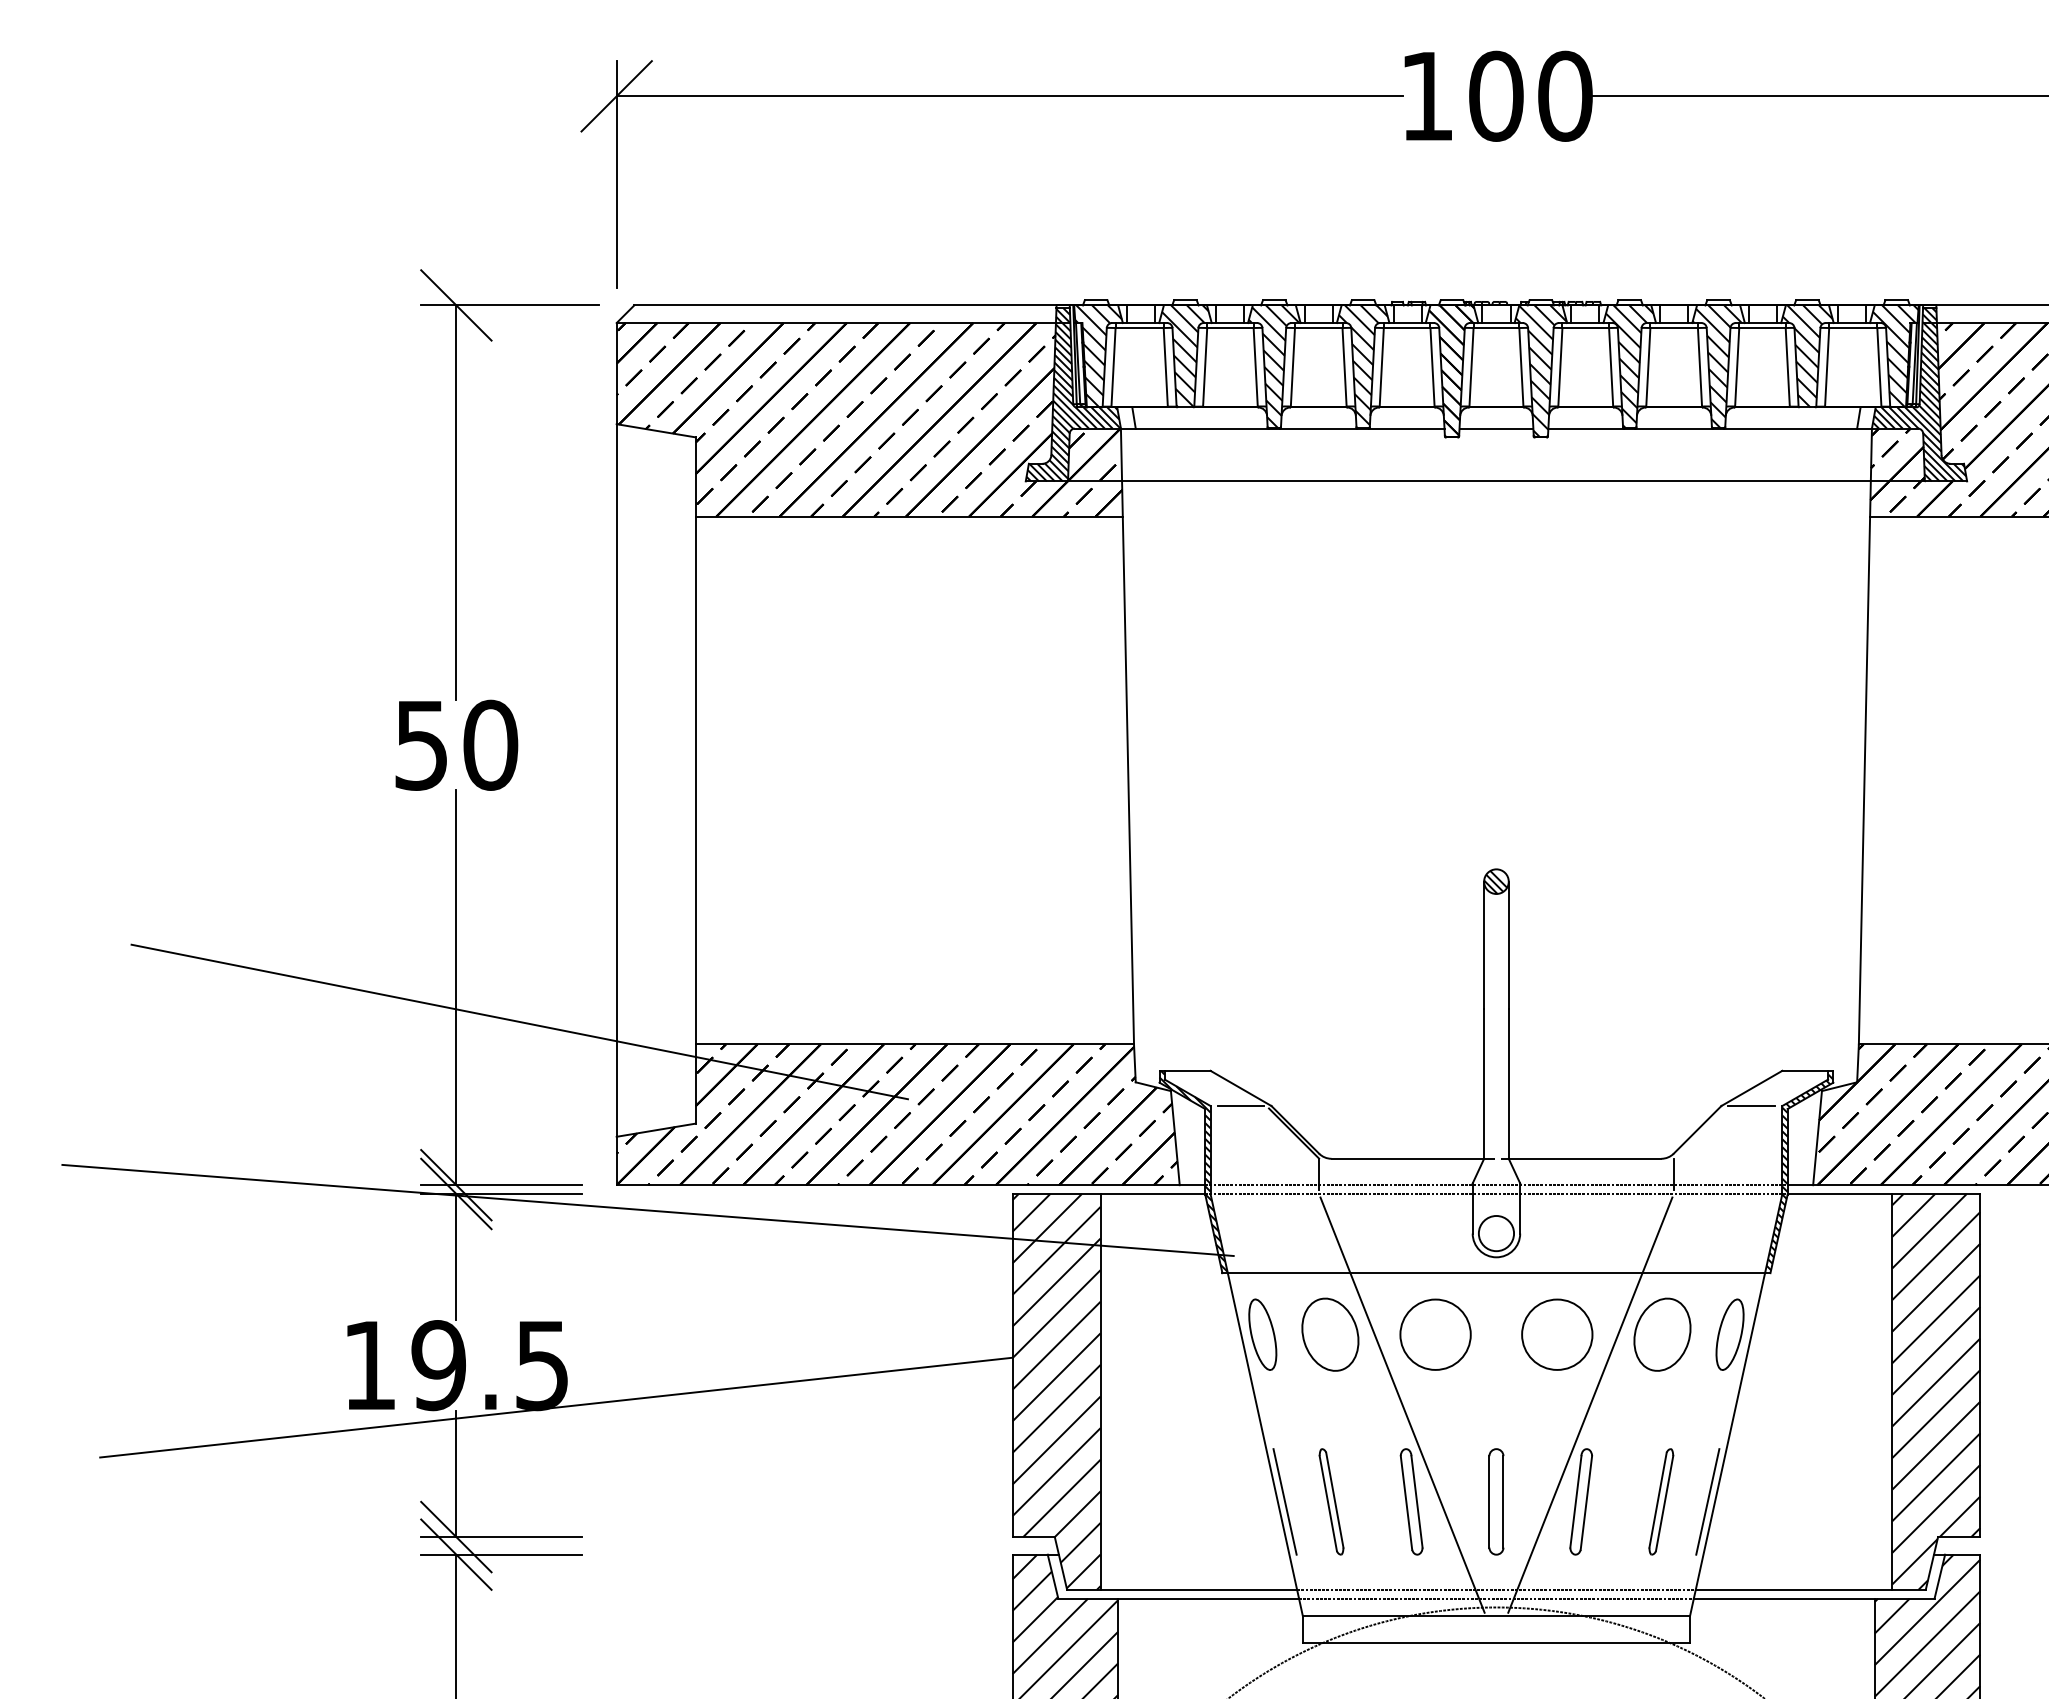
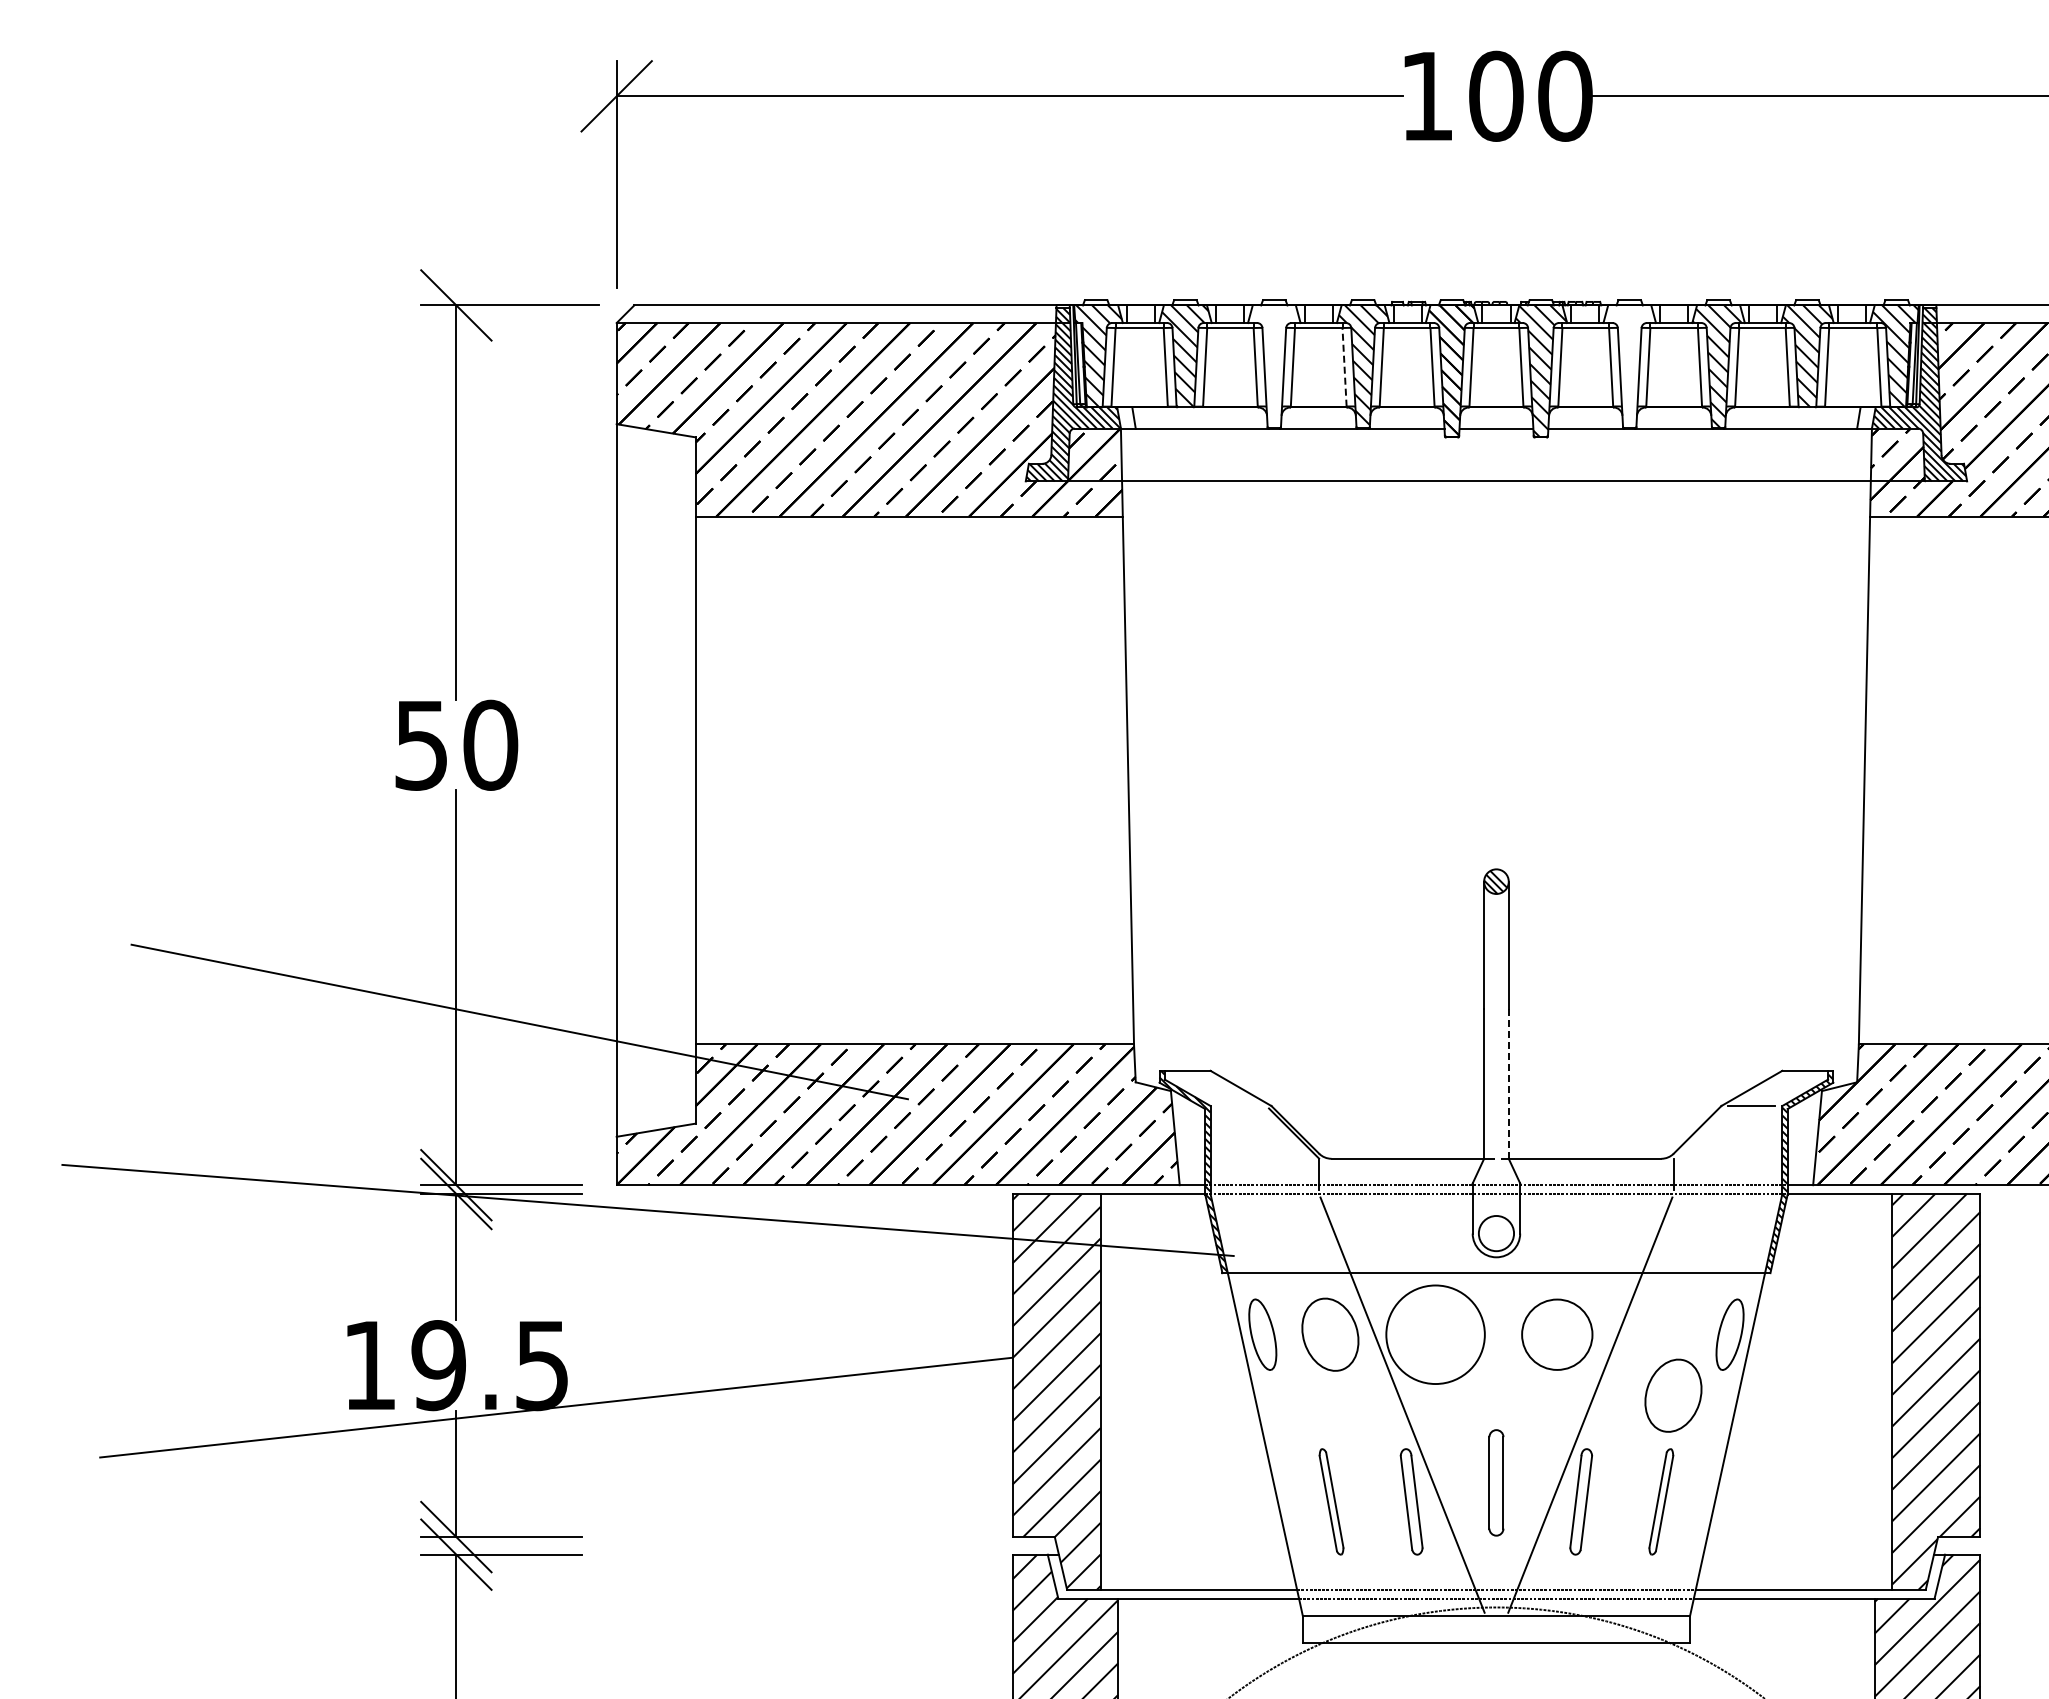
hatch at (1273, 366): present -> none
line at (1344, 366): solid -> dashed
hatch at (1629, 366): present -> none
line at (1508, 1084): solid -> dashed
line at (1240, 1106): present -> none
circle at (1435, 1334) diameter: 70 px -> 99 px
part at (1662, 1334) position: (1662, 1334) -> (1673, 1395)
line at (1284, 1501): present -> none
part at (1496, 1501) position: (1496, 1501) -> (1496, 1482)
line at (1707, 1501): present -> none
